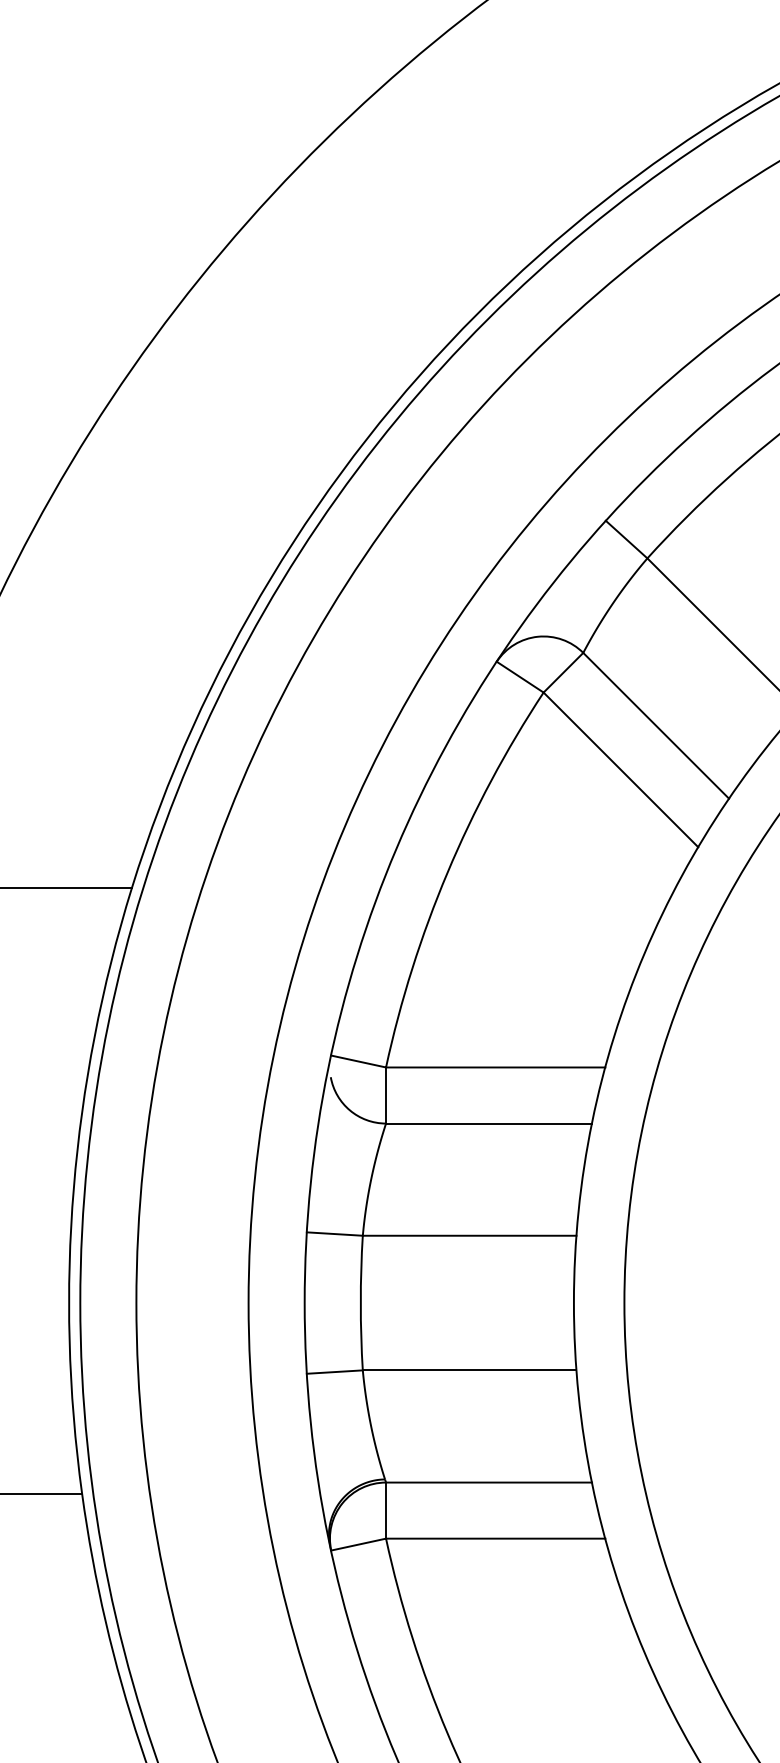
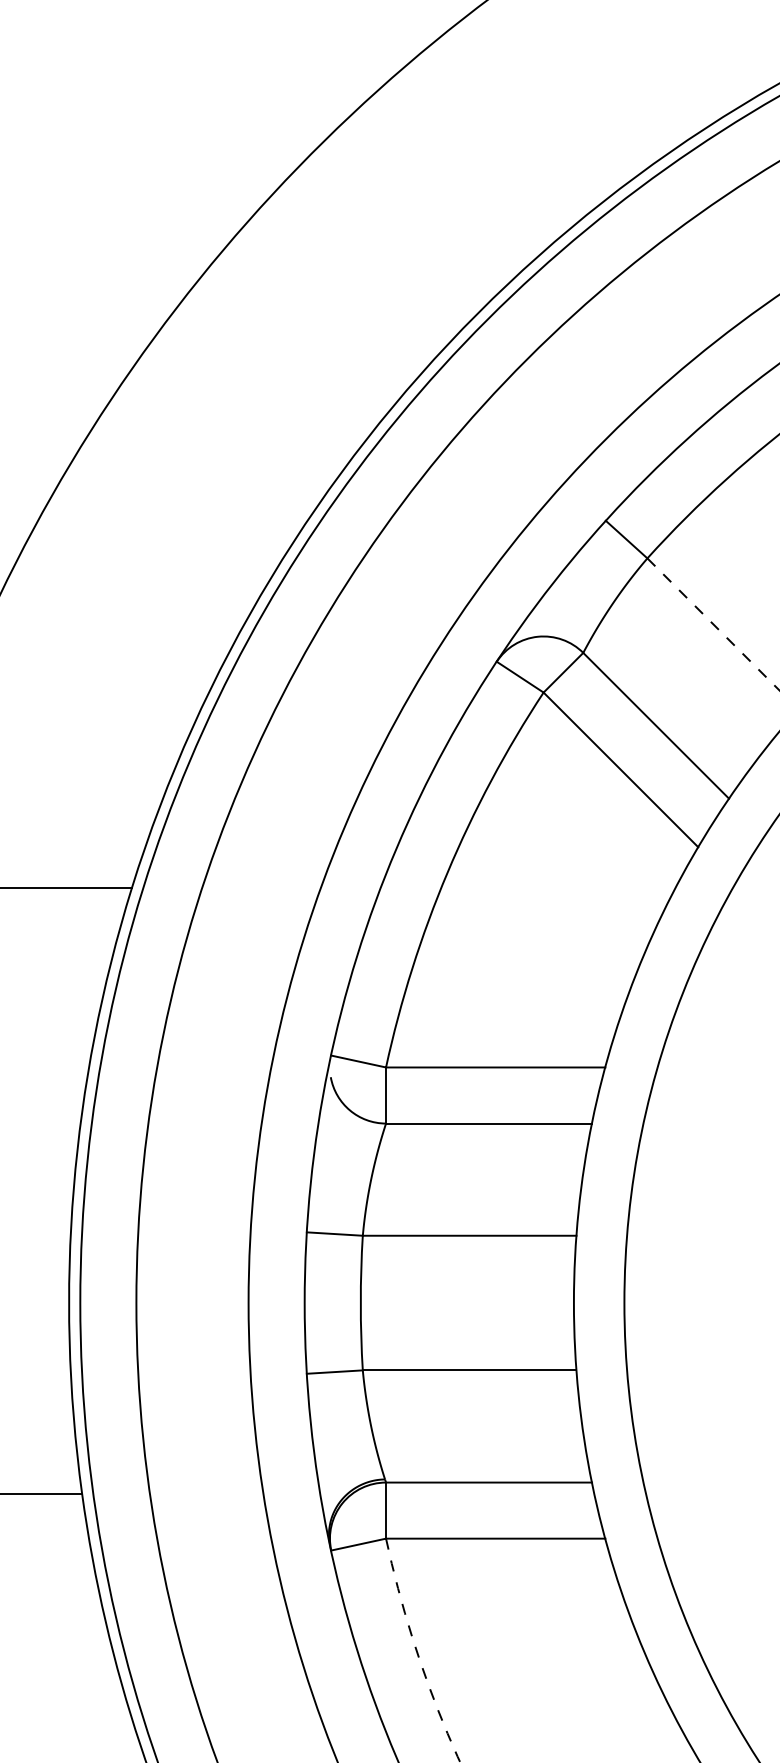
line at (713, 624): solid -> dashed
arc at (417, 1653): solid -> dashed
